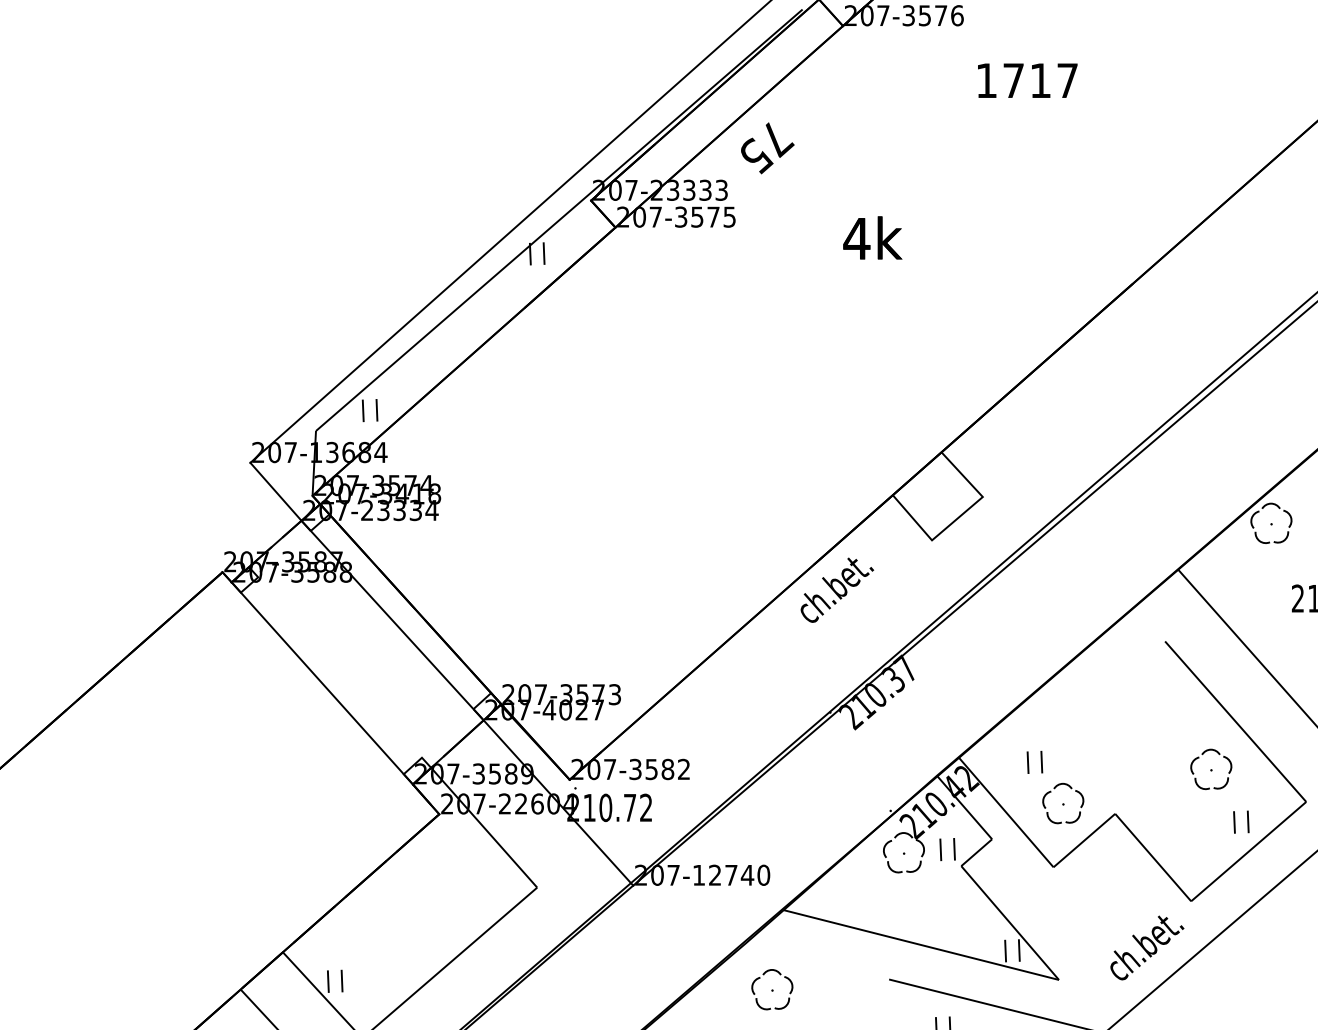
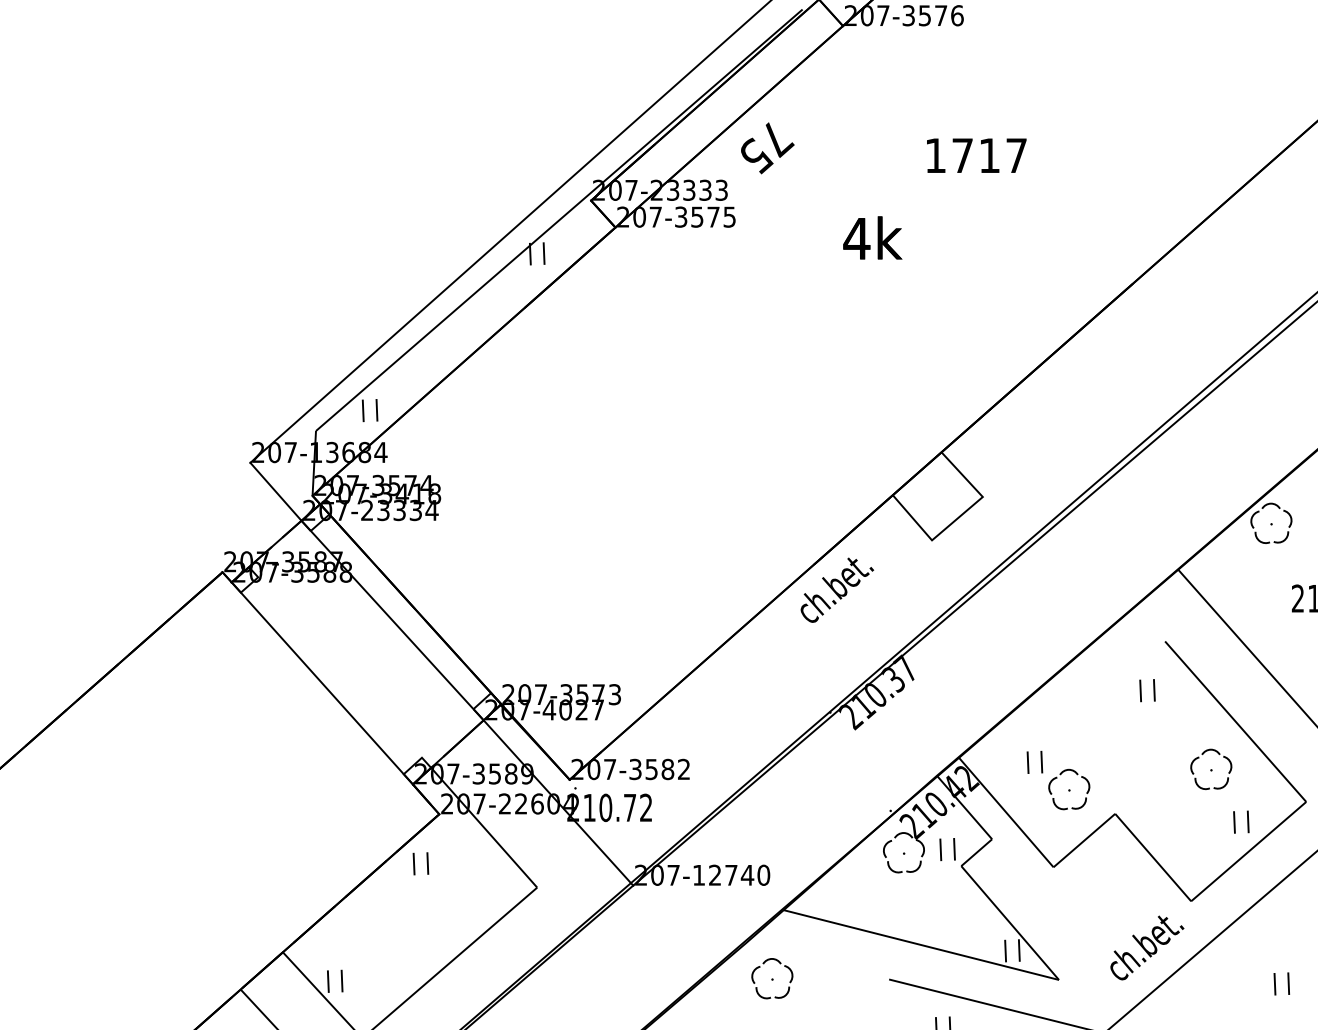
text at (1027, 80) position: (1027, 80) -> (976, 155)
part at (1147, 690): none -> present
part at (1063, 803) position: (1063, 803) -> (1069, 789)
part at (420, 863): none -> present
part at (1281, 983): none -> present
part at (772, 989) position: (772, 989) -> (772, 978)
